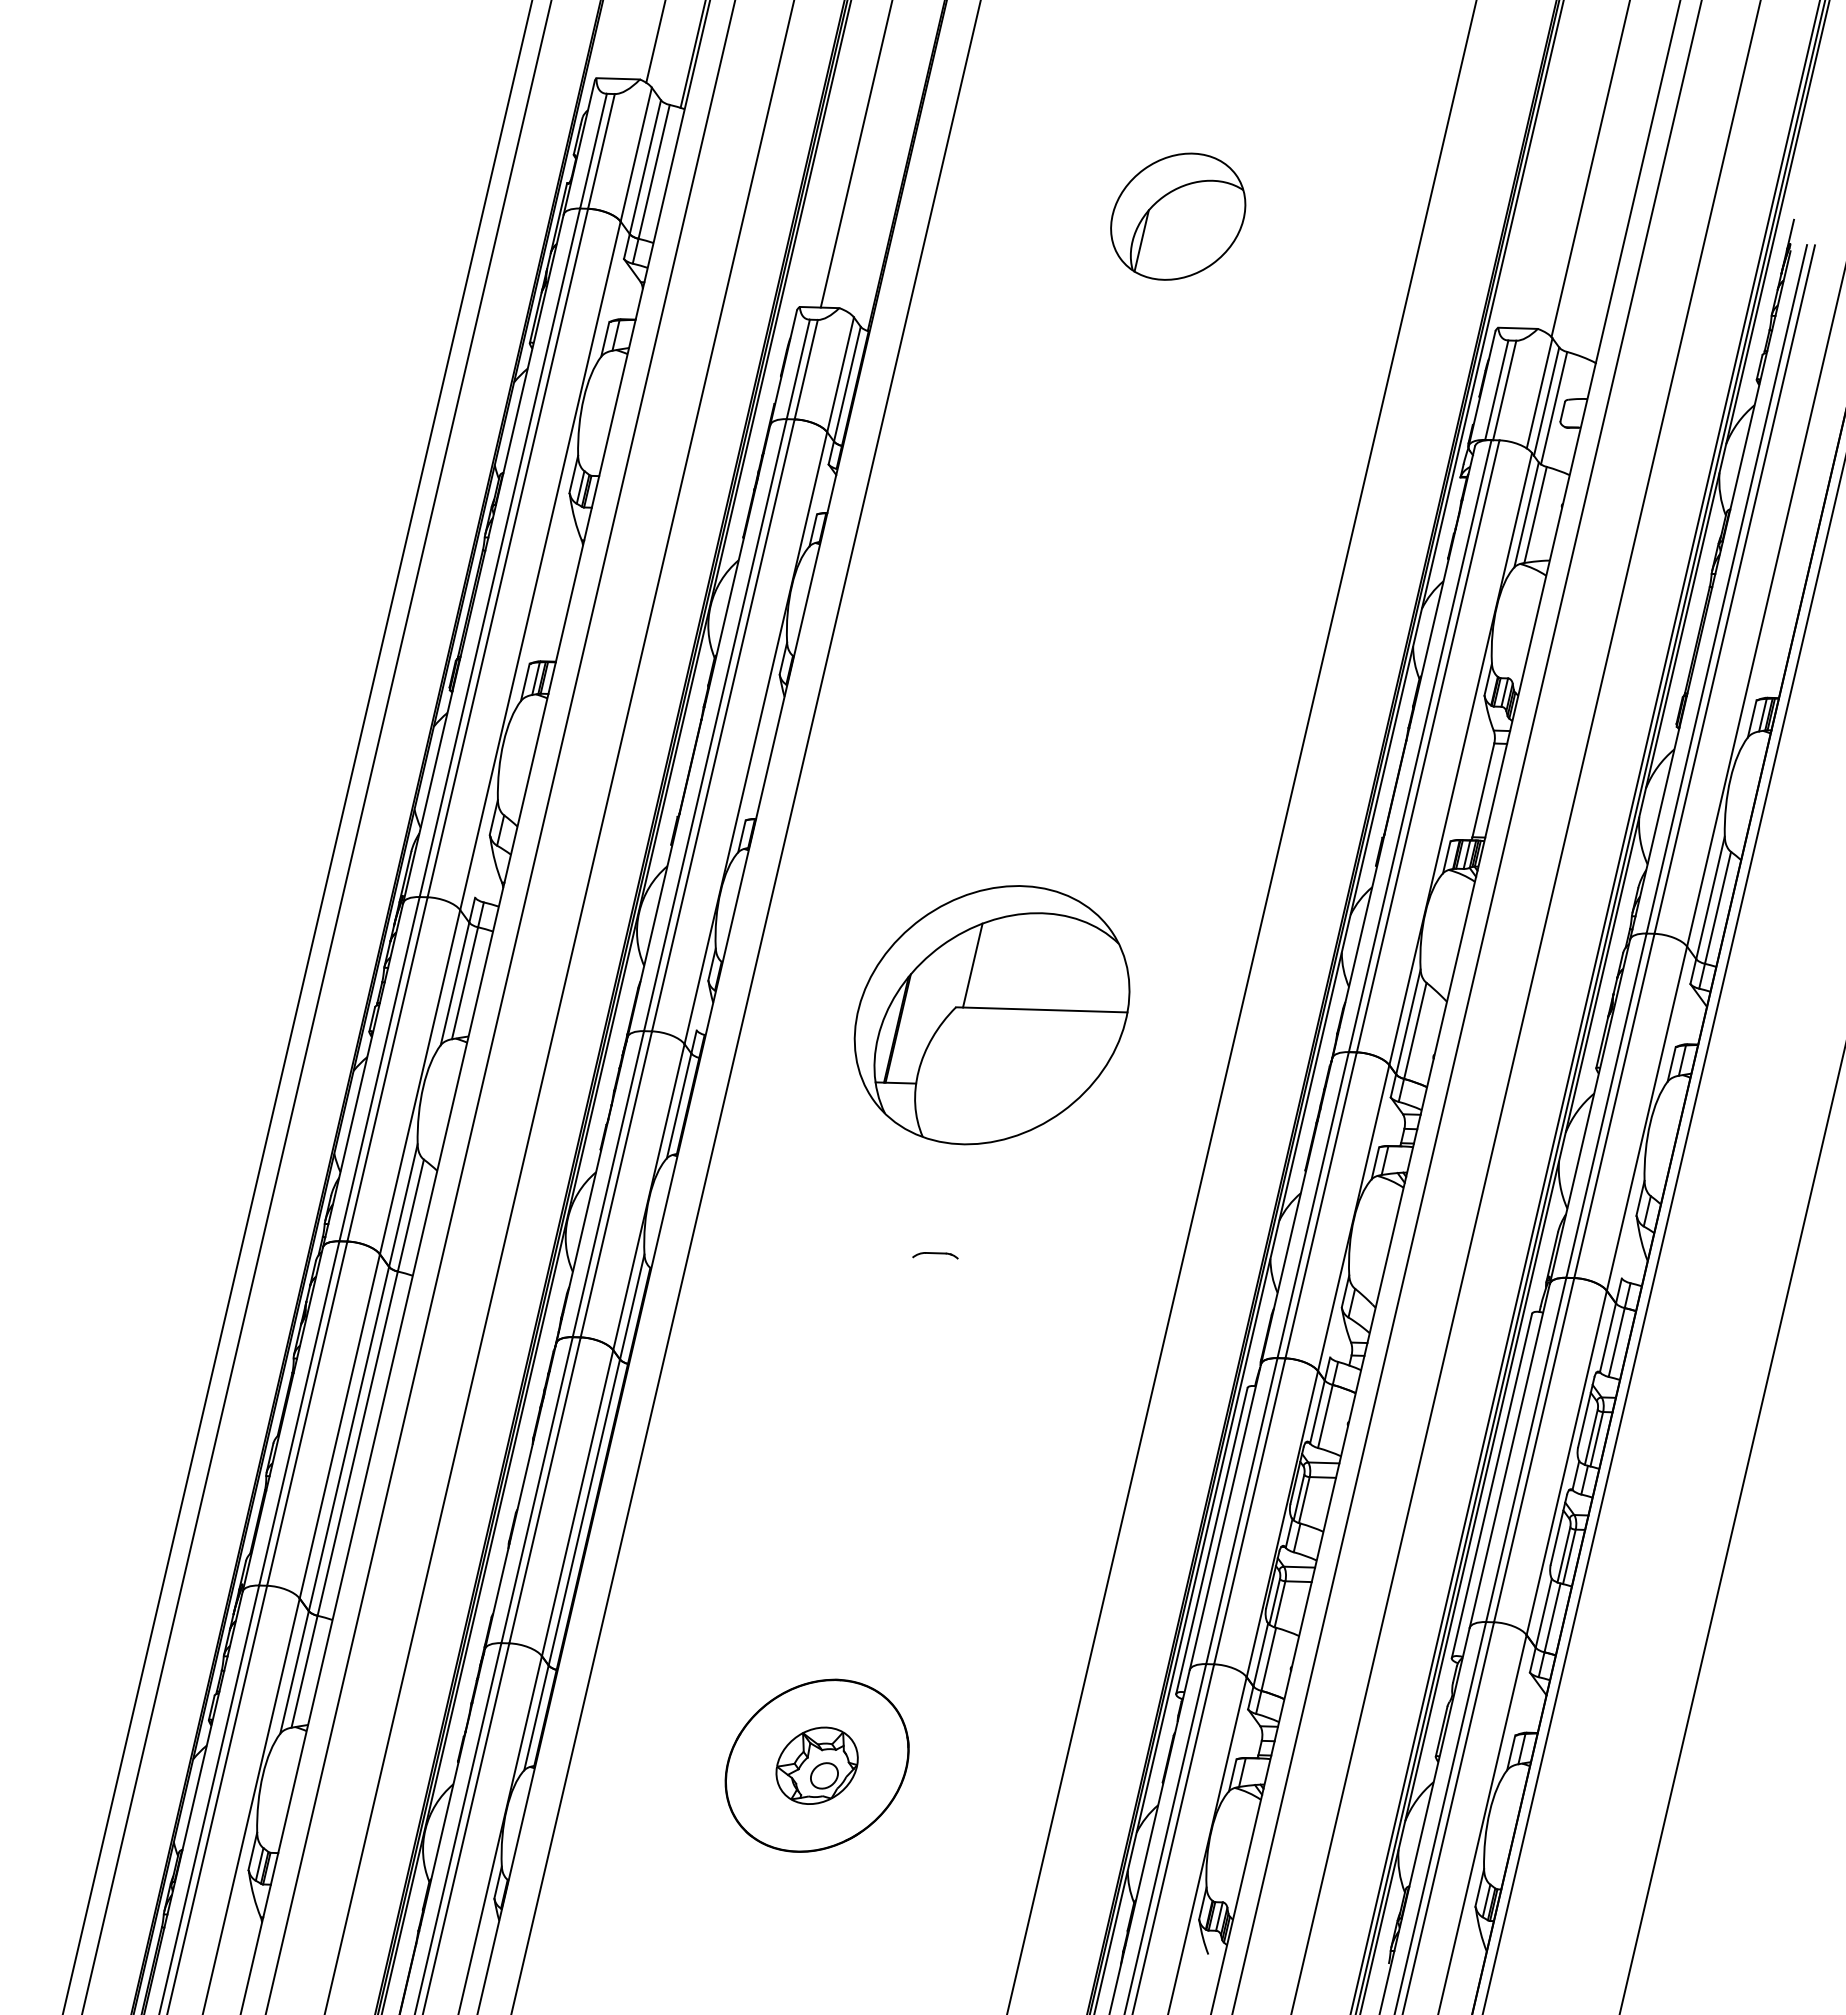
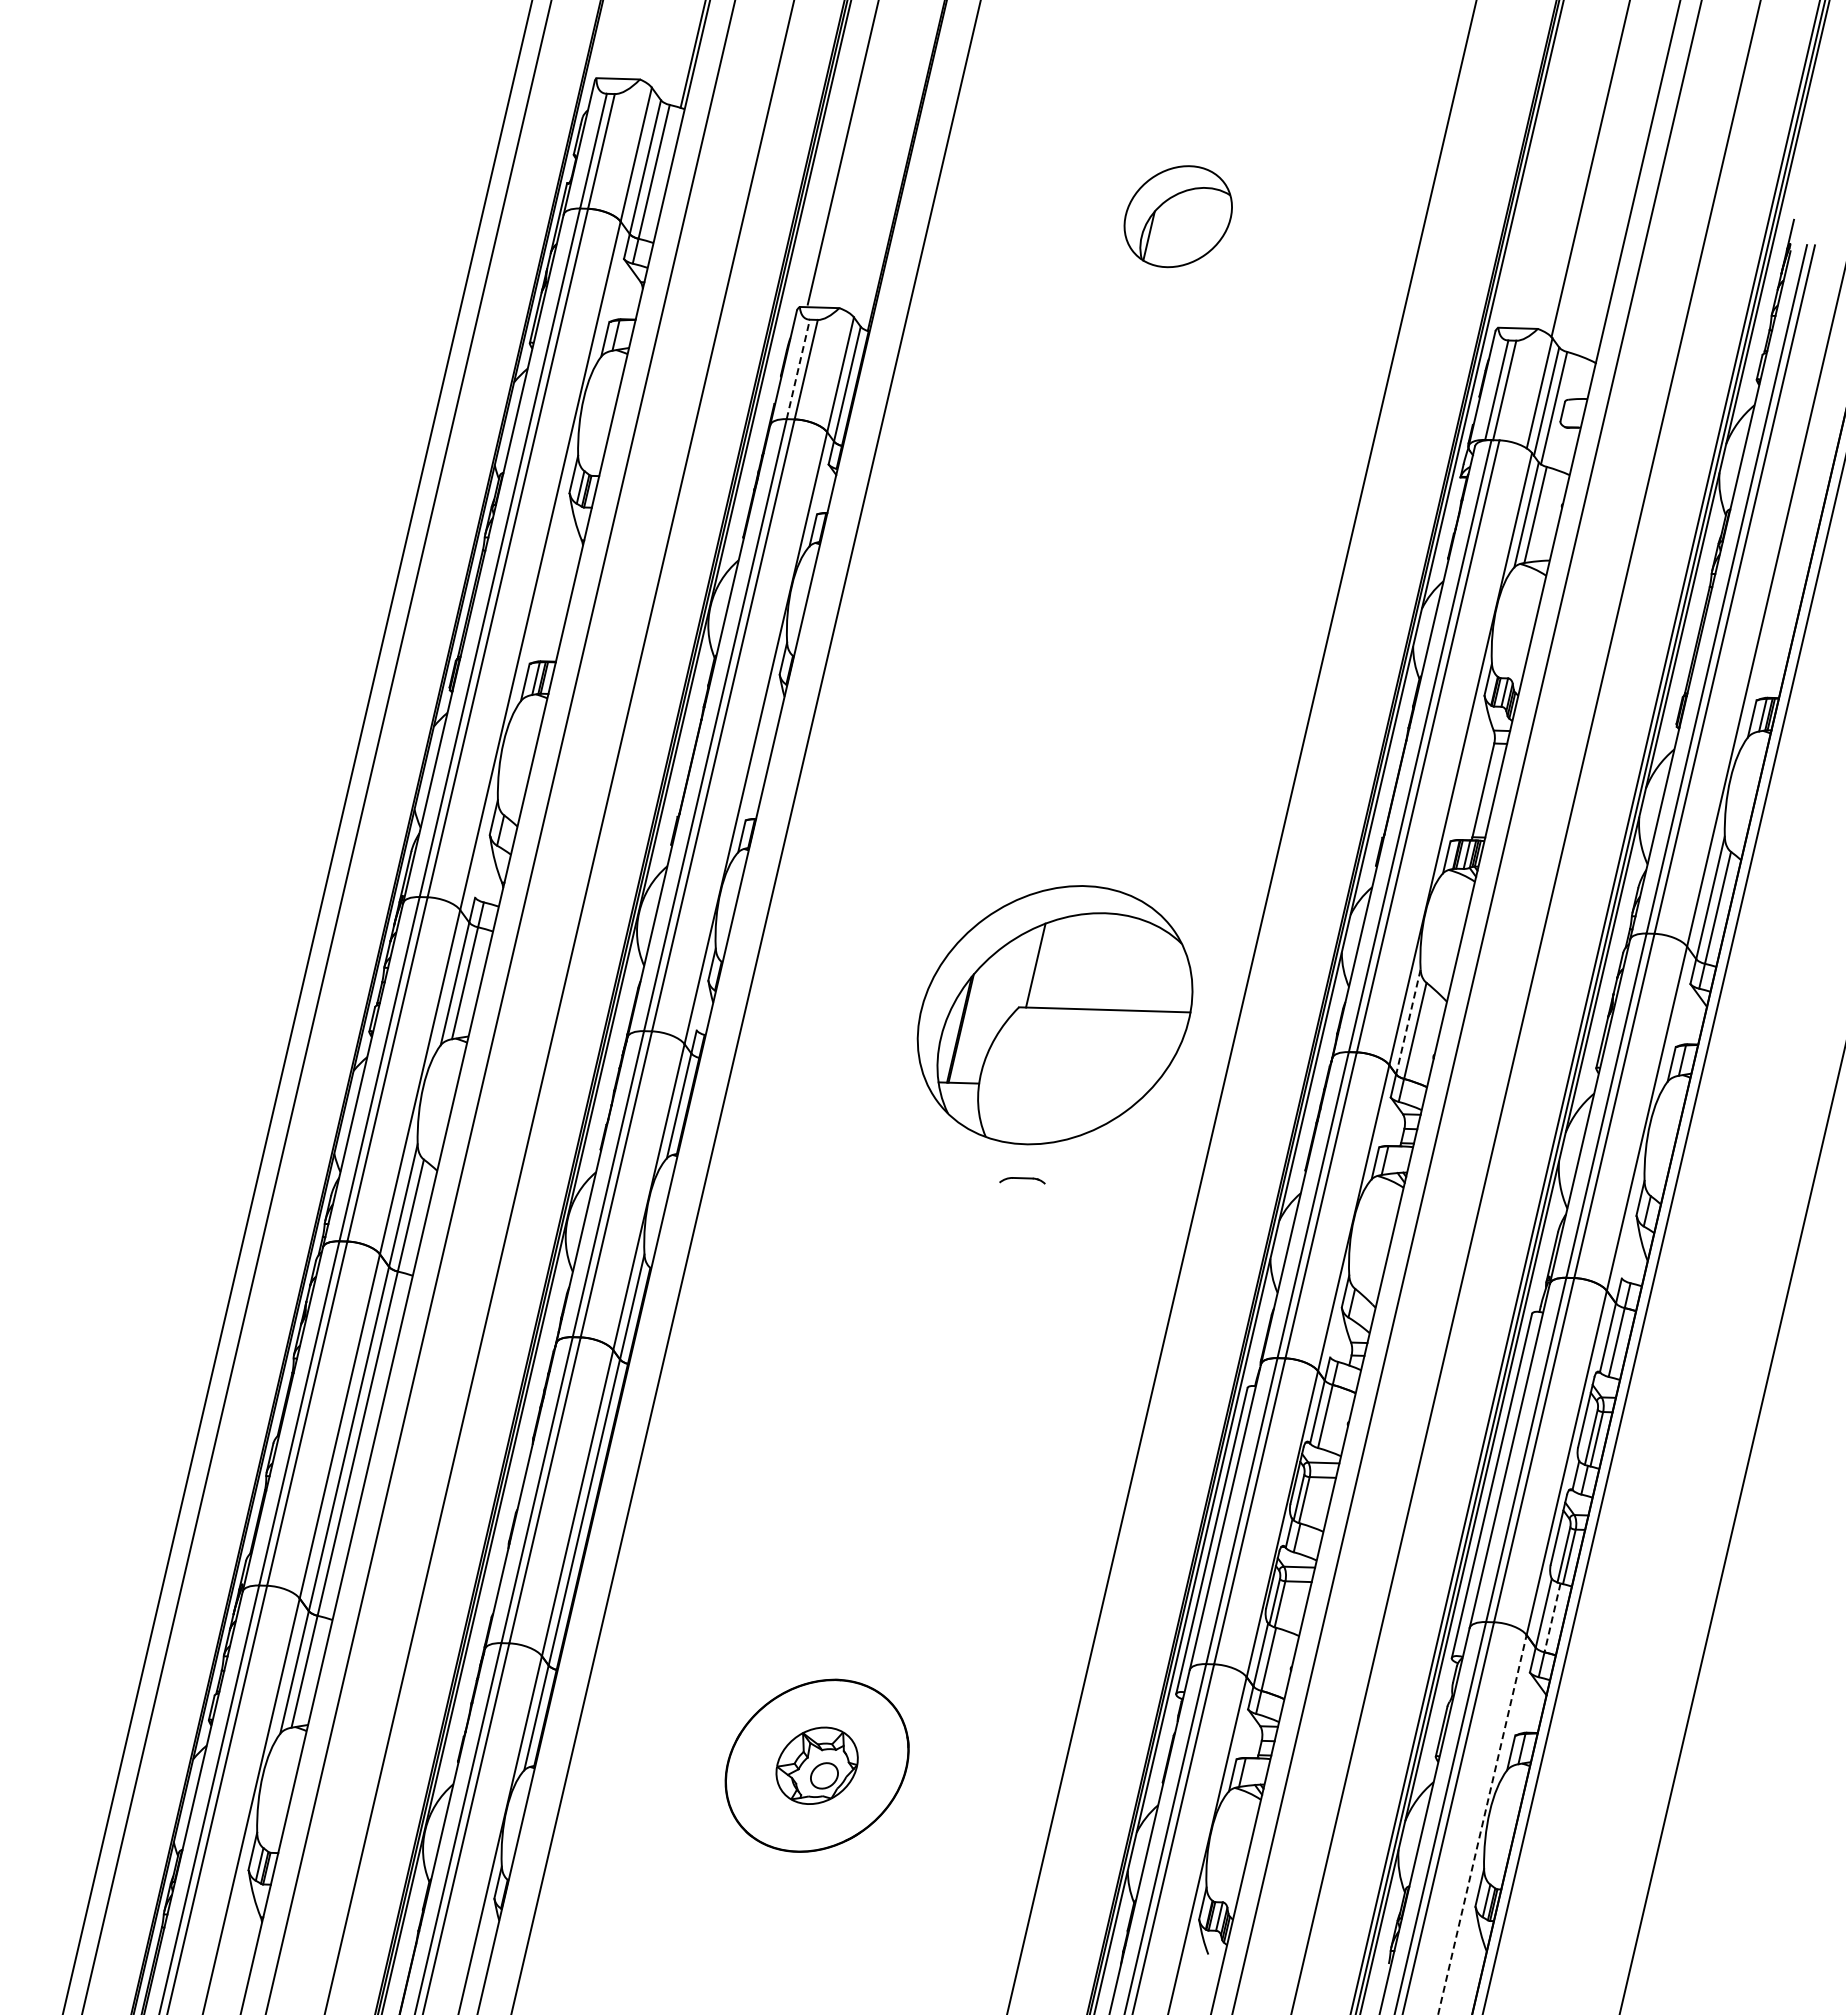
line at (655, 42): present -> none
line at (855, 154) position: (855, 154) -> (842, 153)
part at (1178, 216) size: 137x129 px -> 110x104 px
line at (798, 368): solid -> dashed
part at (991, 1015) position: (991, 1015) -> (1054, 1015)
line at (1408, 1022): solid -> dashed
part at (935, 1255) position: (935, 1255) -> (1022, 1180)
line at (1552, 1618): solid -> dashed
line at (1482, 1824): solid -> dashed
